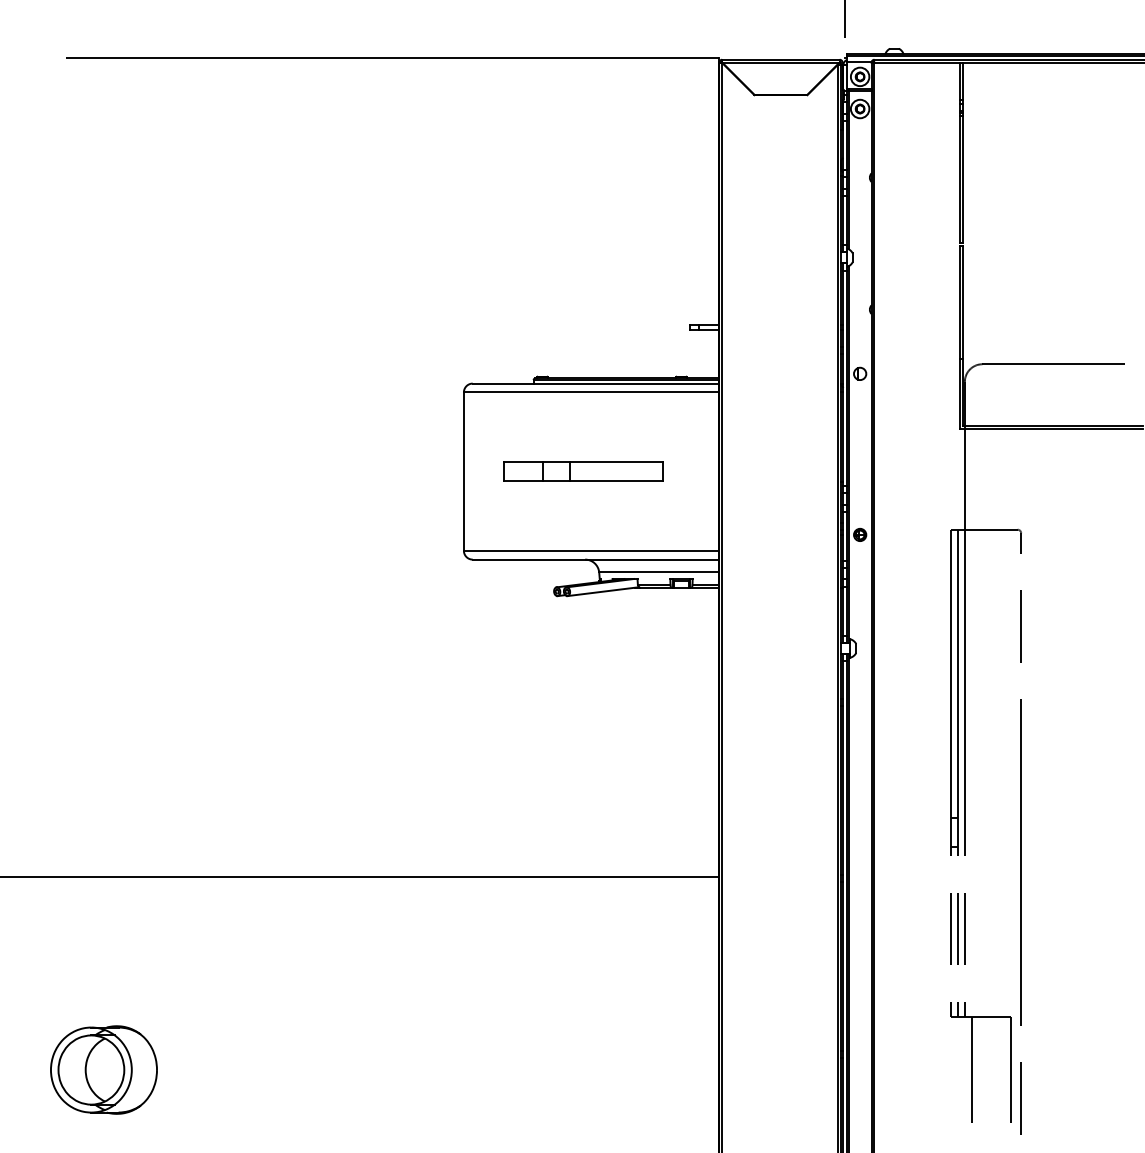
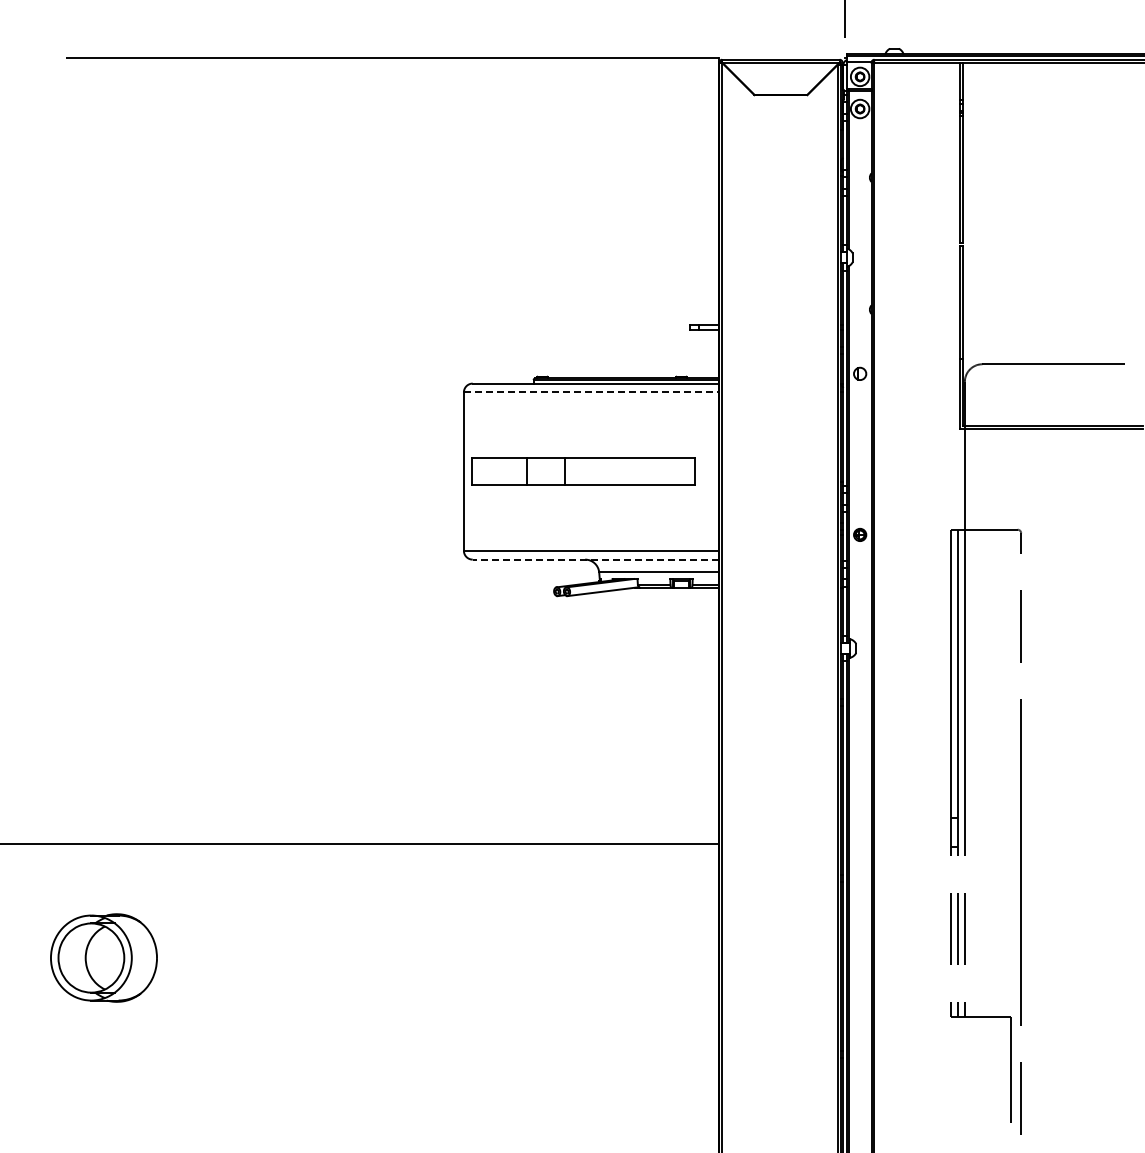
line at (591, 392): solid -> dashed
part at (583, 471) size: 161x21 px -> 225x29 px
line at (595, 559): solid -> dashed
line at (360, 877) position: (360, 877) -> (360, 844)
part at (103, 1069) position: (103, 1069) -> (103, 957)
line at (971, 1069): present -> none
